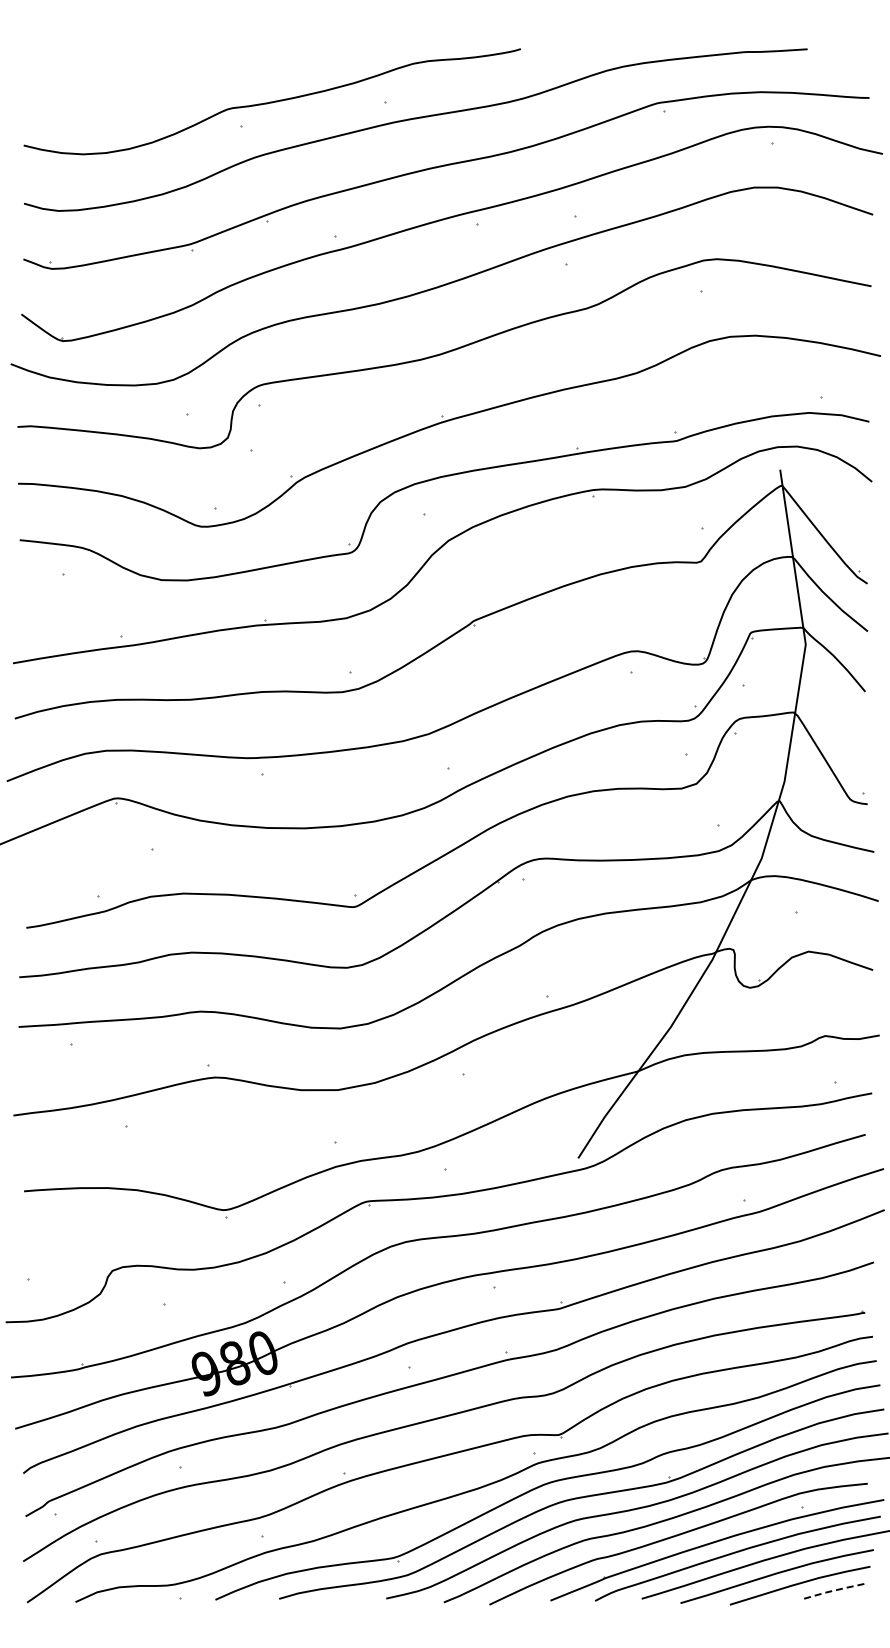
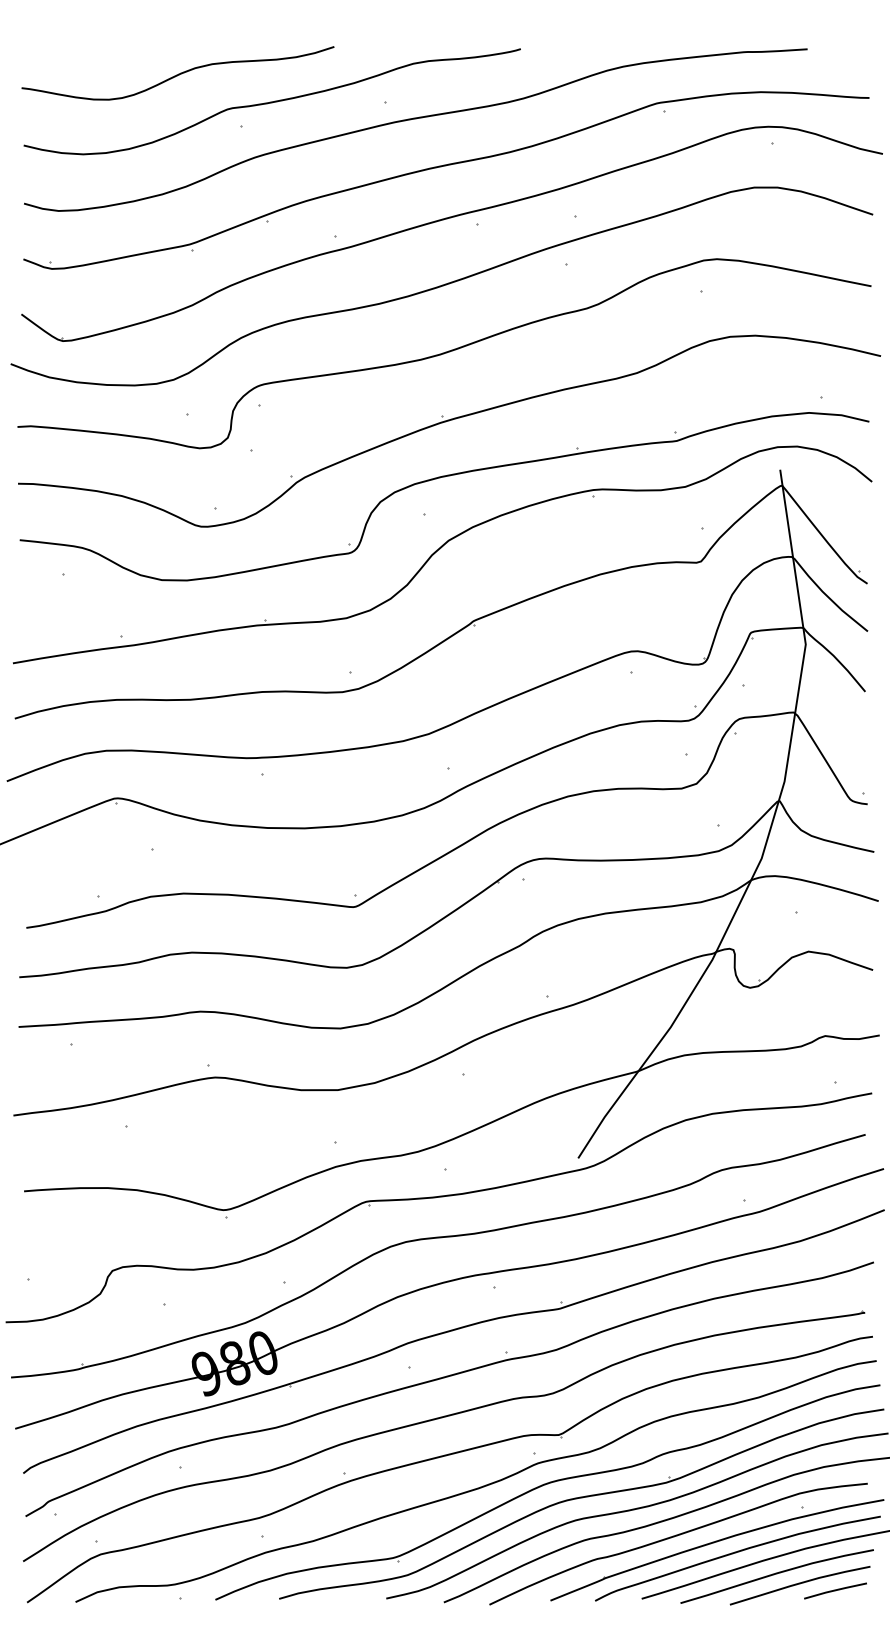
curve at (178, 73): none -> present
line at (835, 1590): dashed -> solid
